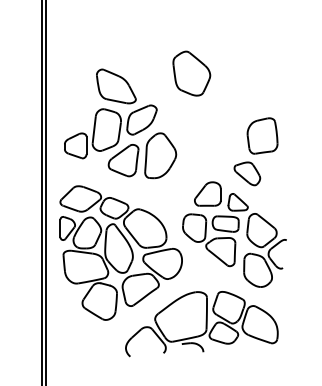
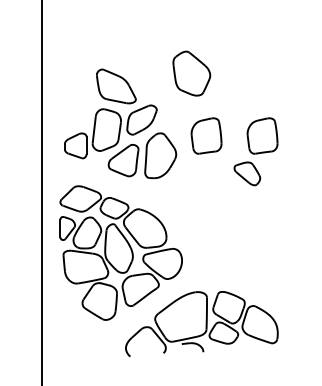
part at (206, 135): none -> present
line at (46, 192): present -> none
part at (234, 234): present -> none
